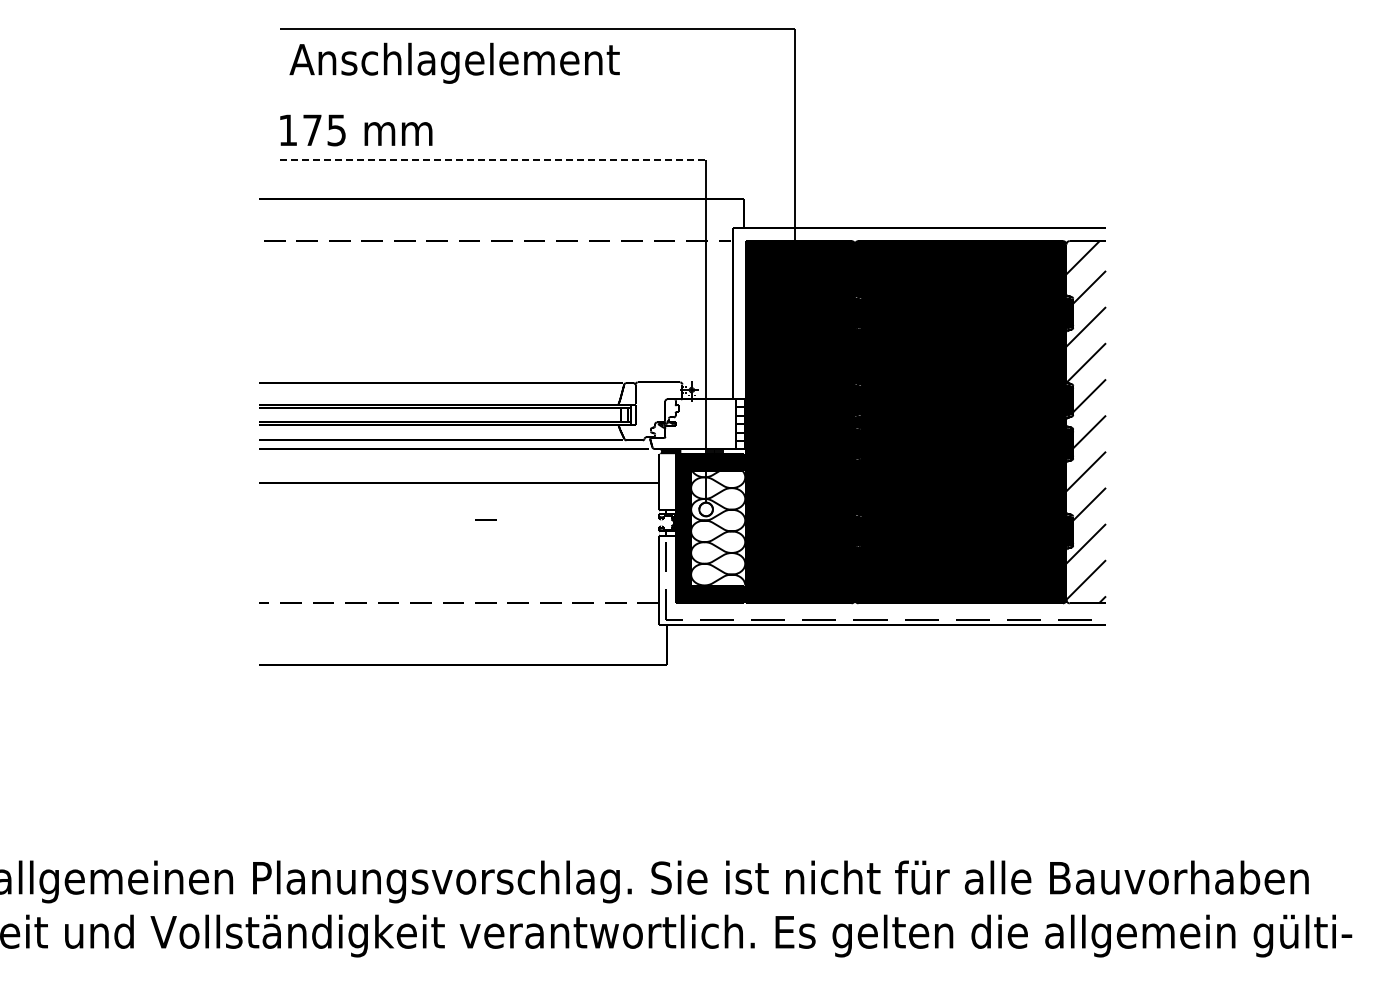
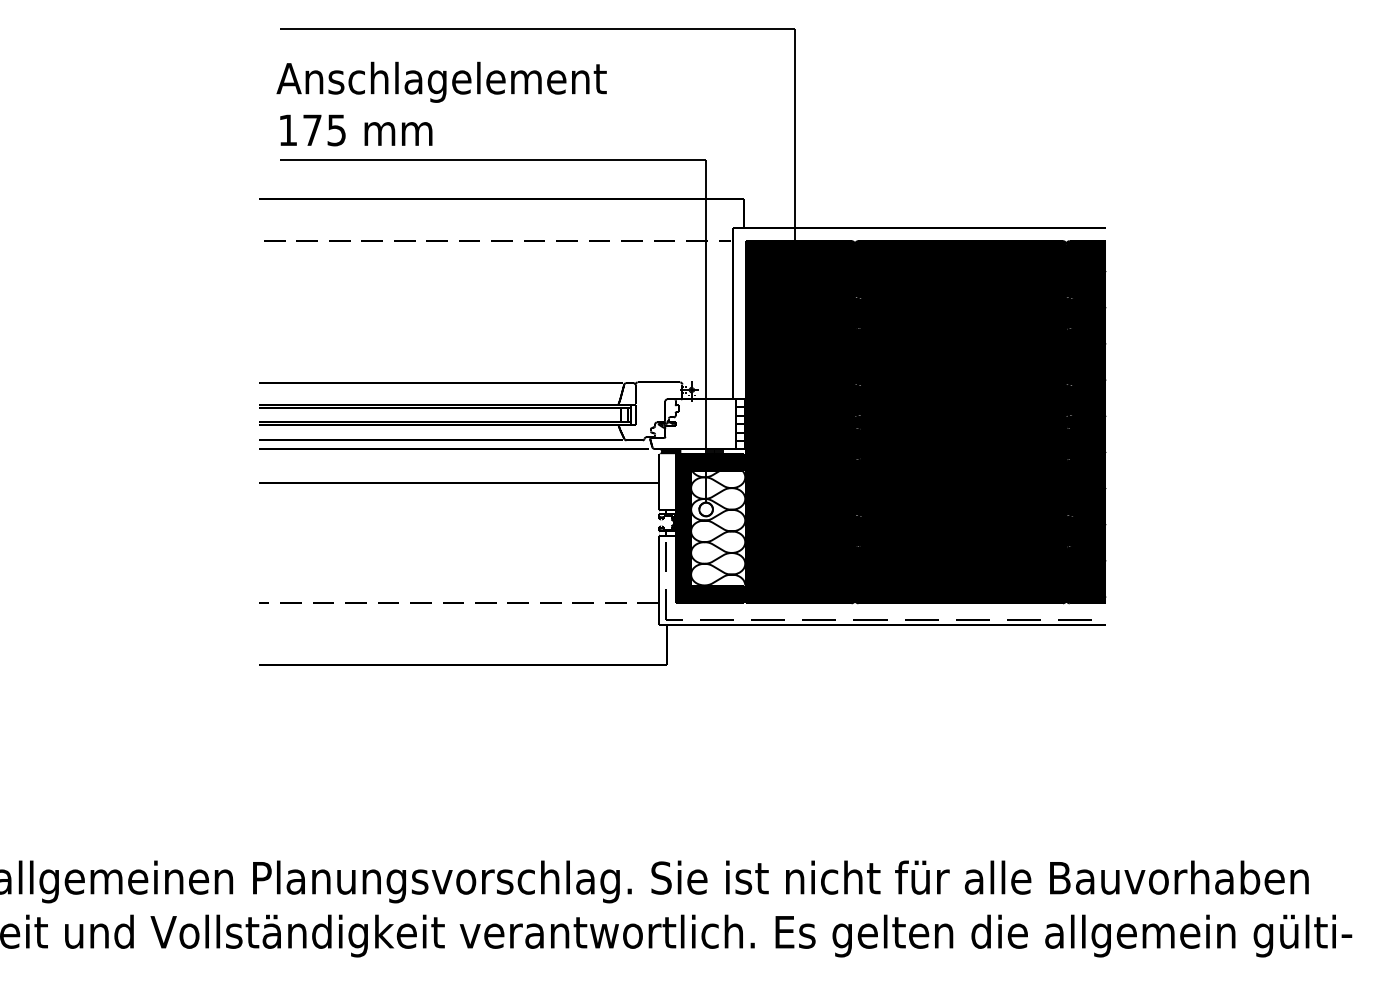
text at (454, 62) position: (454, 62) -> (441, 81)
line at (493, 160): dashed -> solid
fill at (1086, 422): none -> present
line at (485, 519): present -> none
